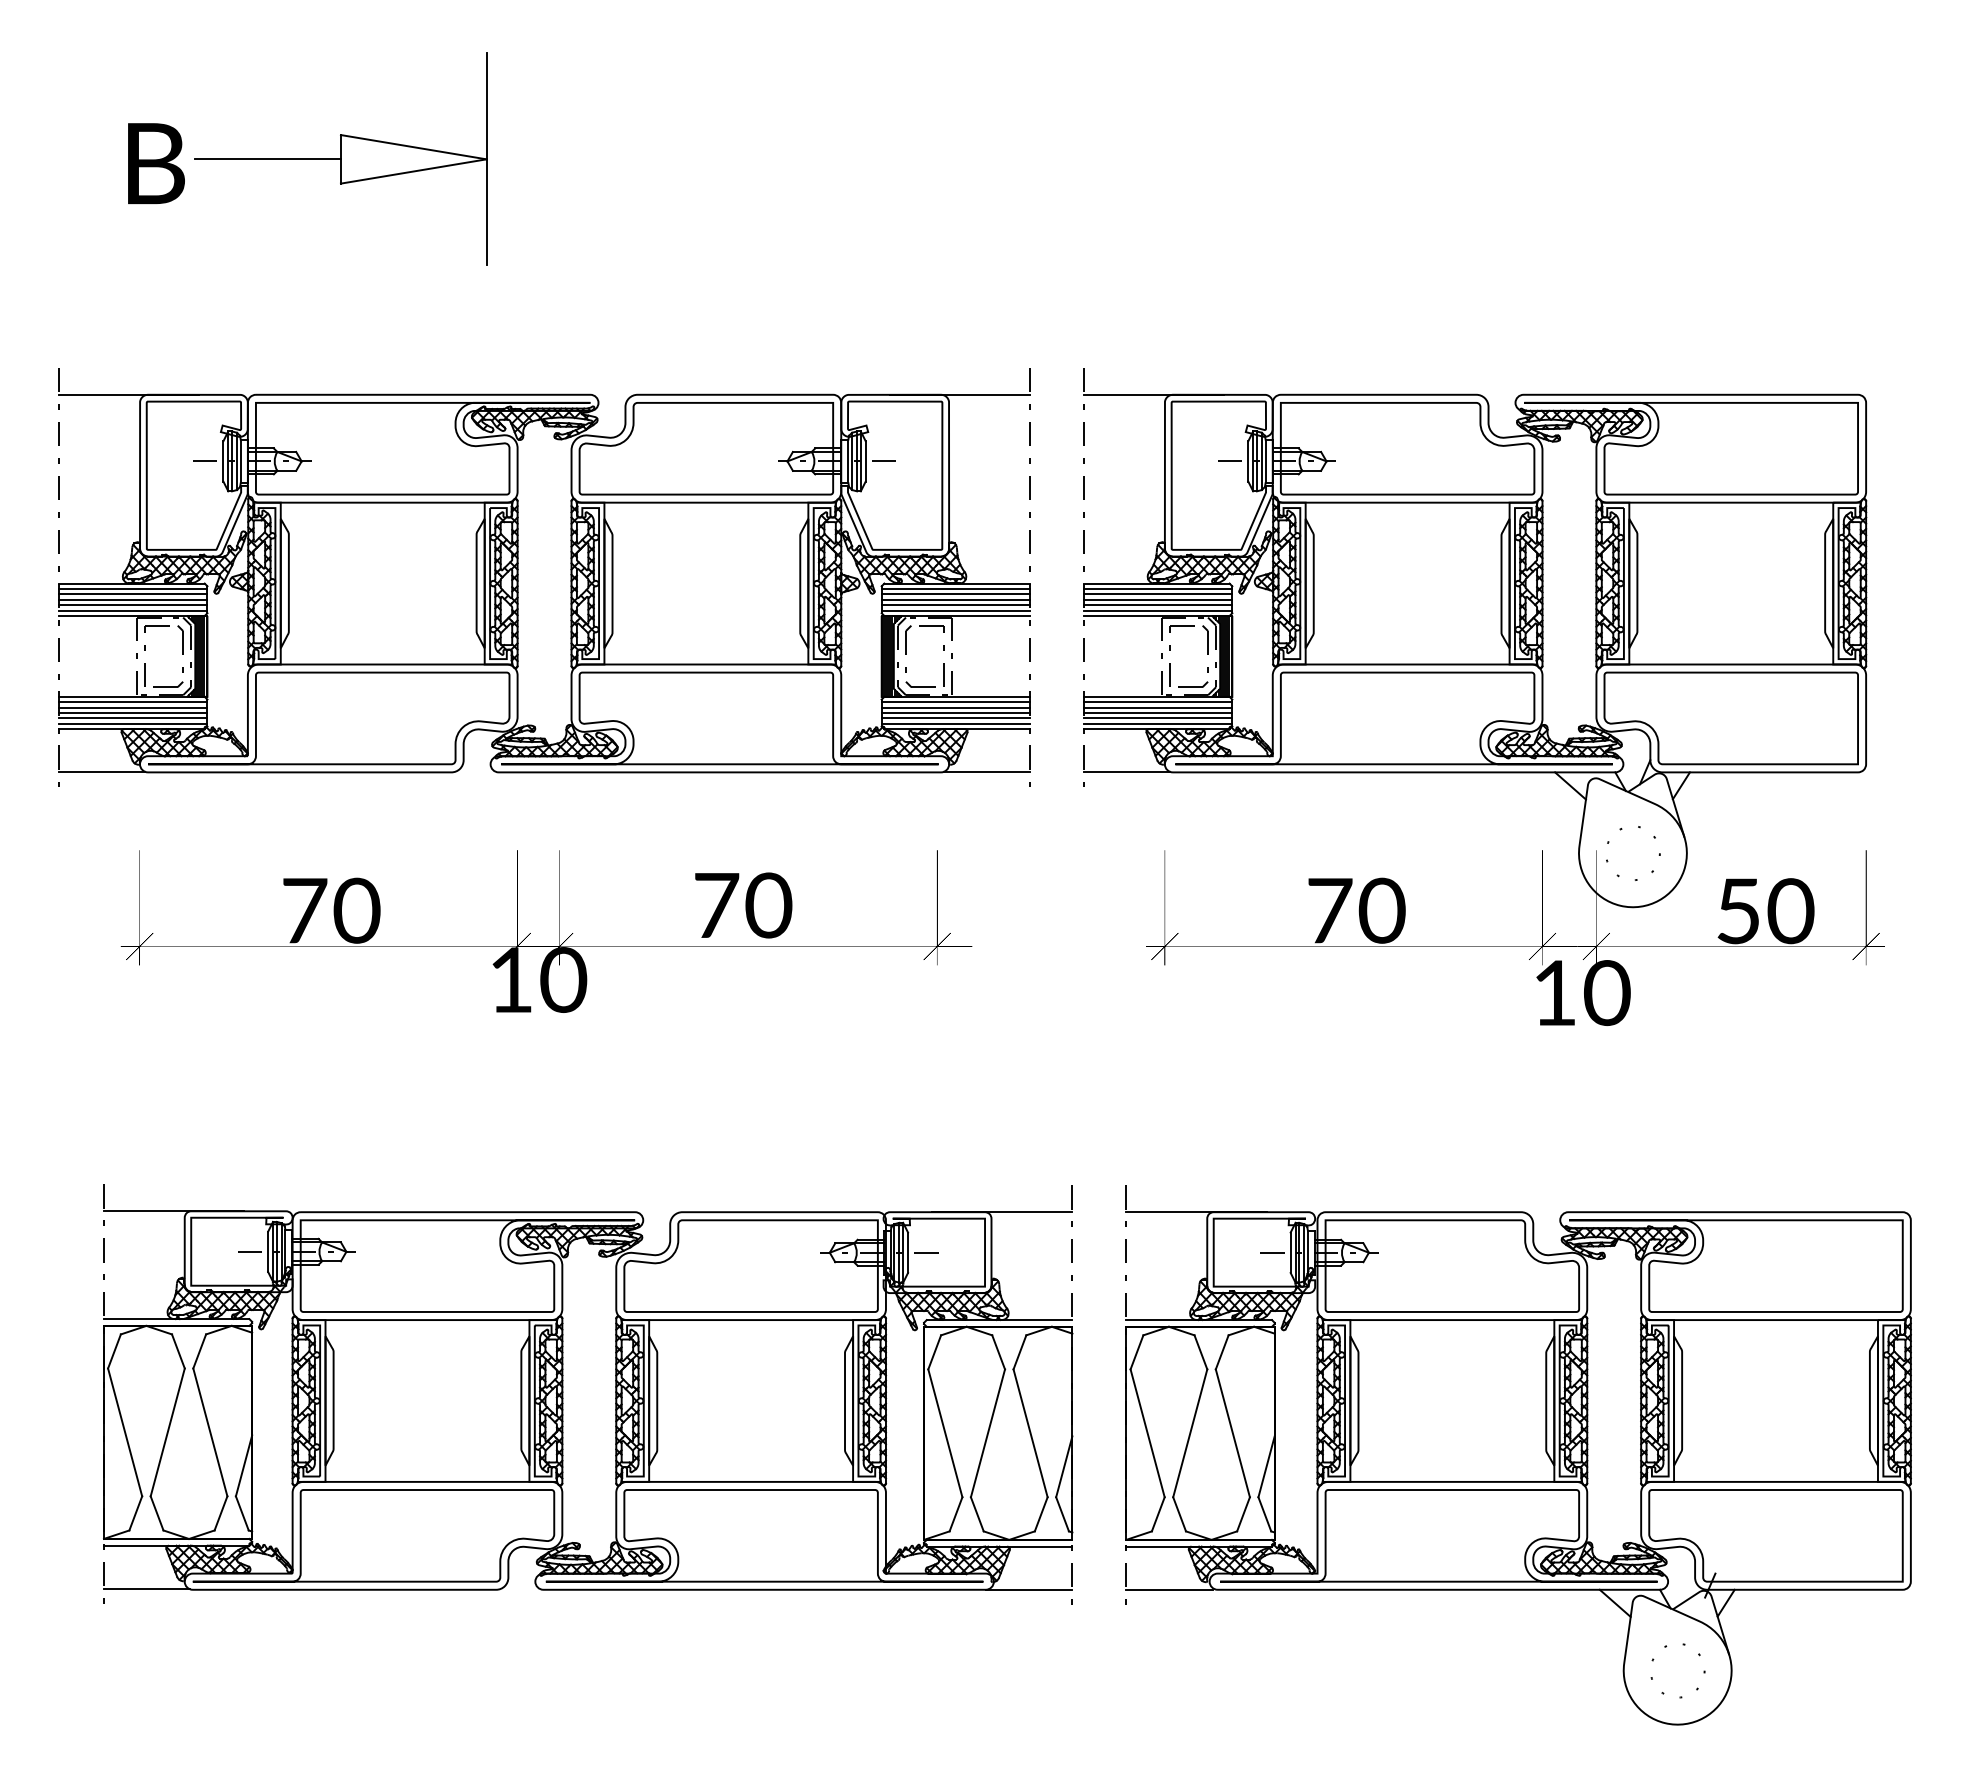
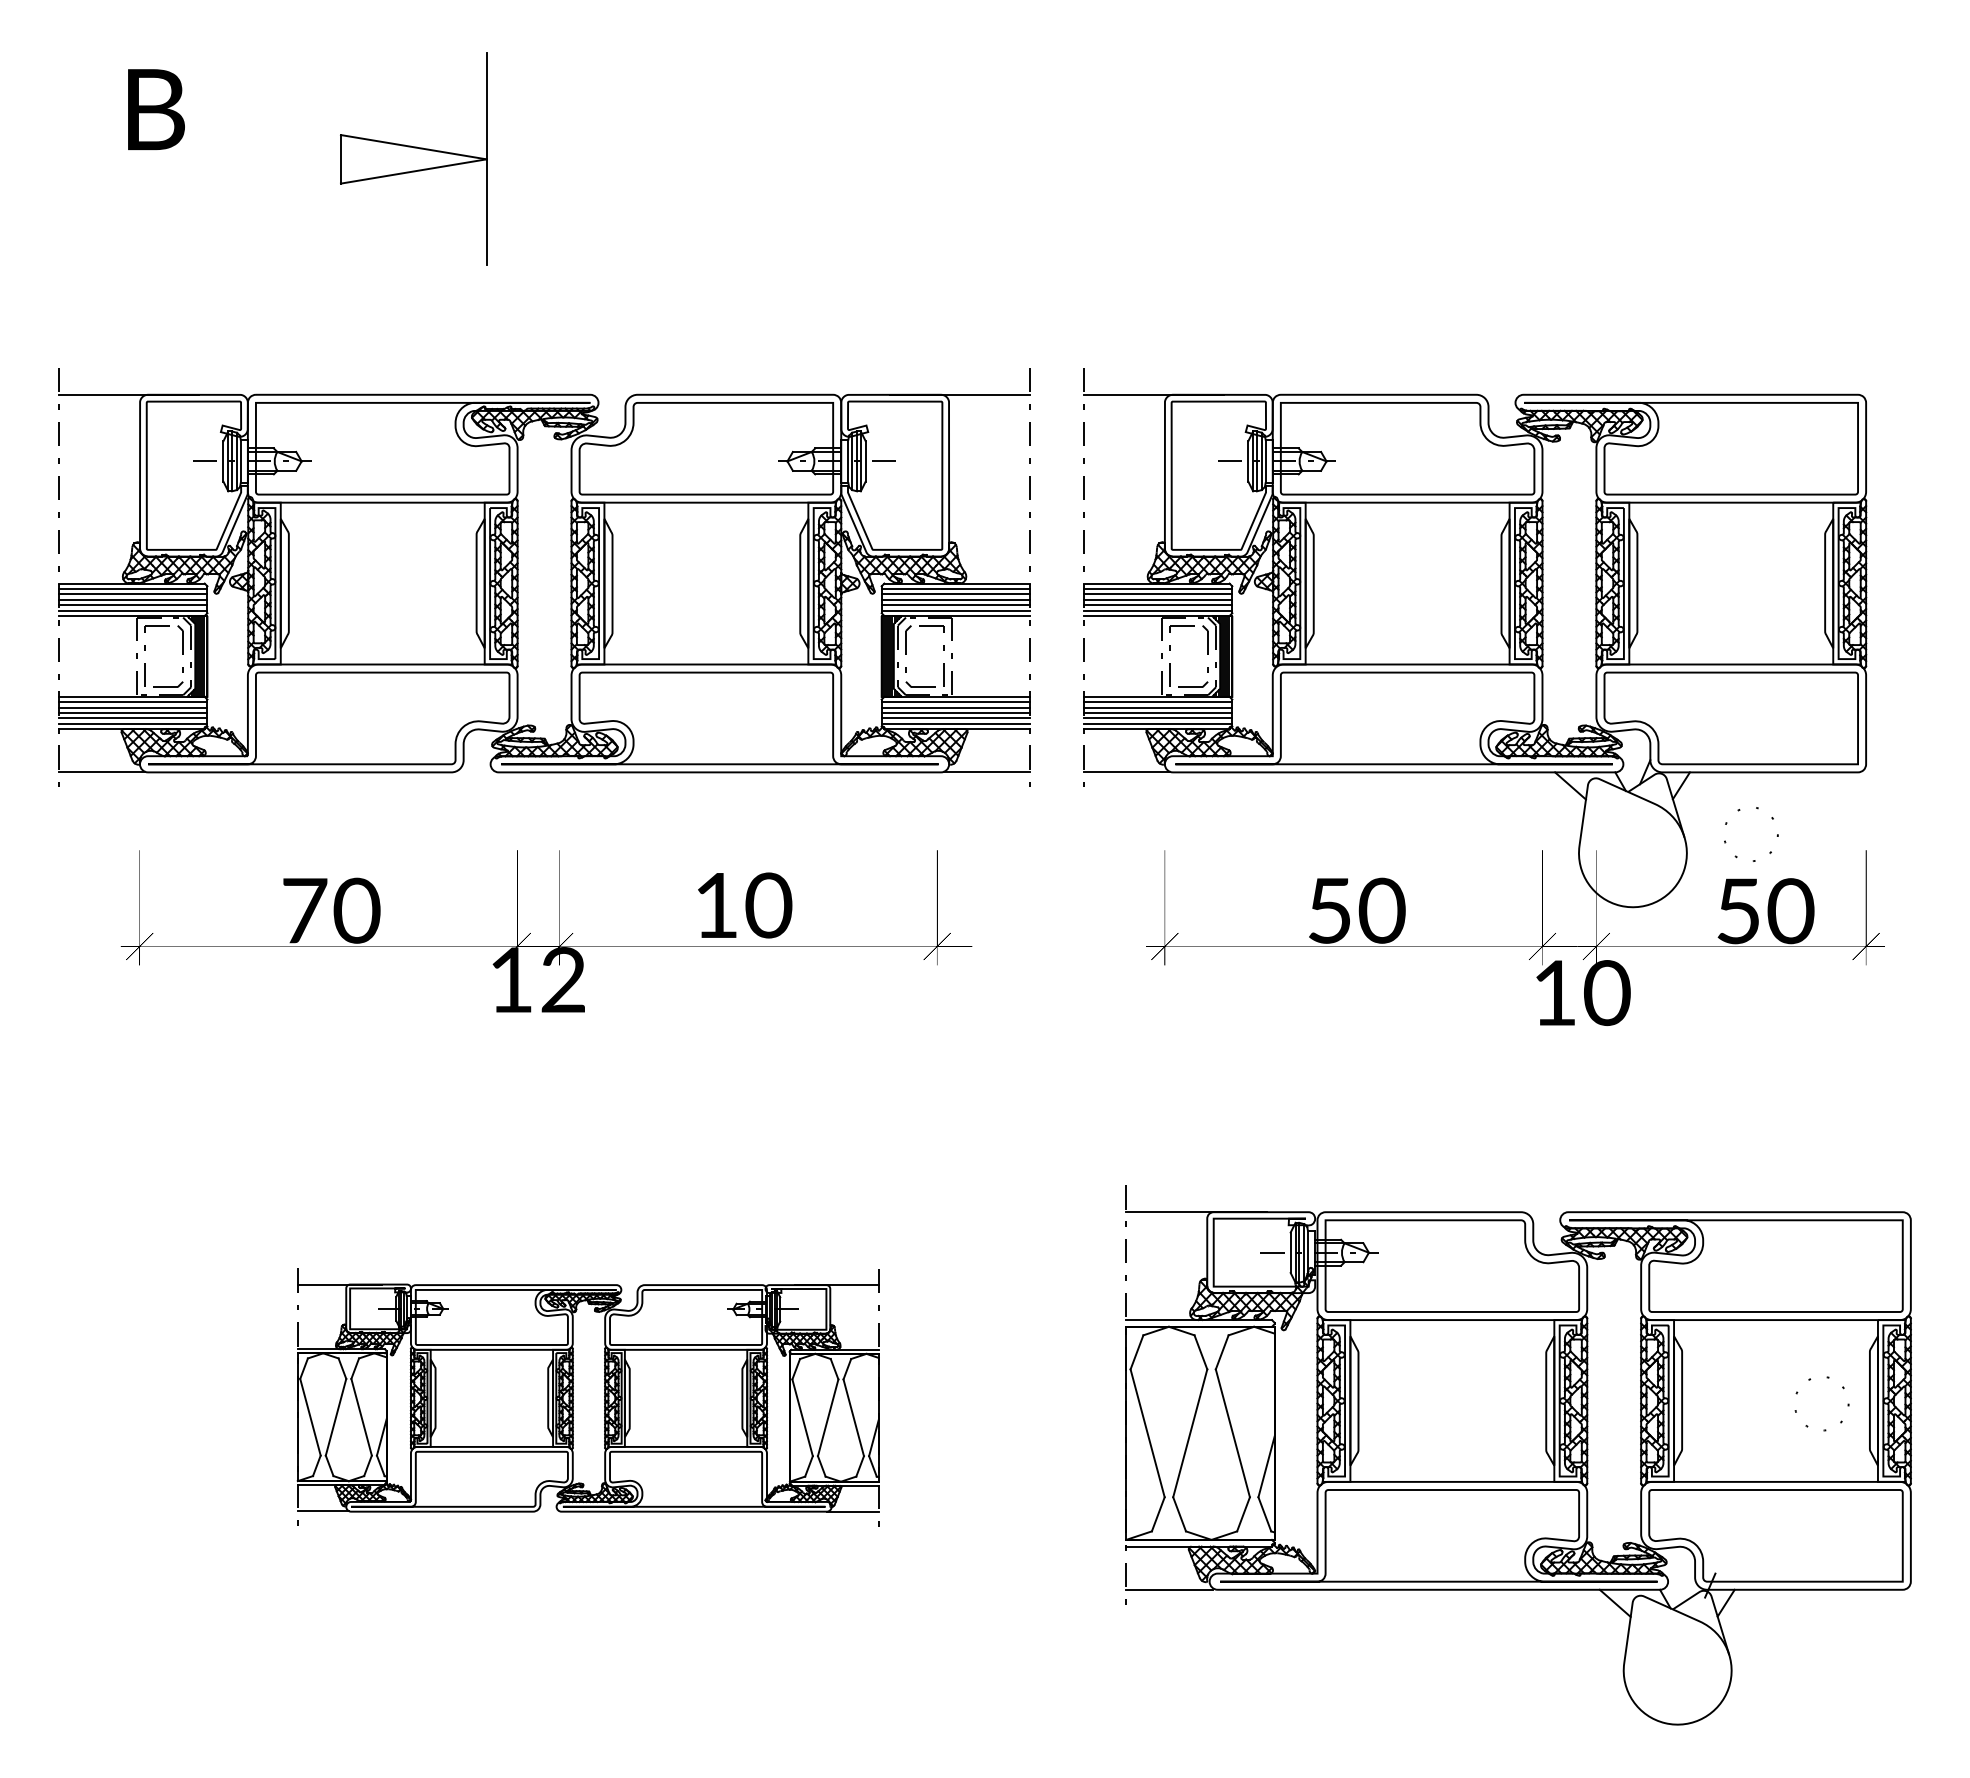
line at (267, 159): present -> none
text at (156, 163) position: (156, 163) -> (156, 109)
circle at (1633, 853) position: (1633, 853) -> (1751, 834)
text at (717, 905): 70 -> 10
text at (1330, 910): 70 -> 50
text at (563, 979): 10 -> 12
part at (588, 1394) size: 971x421 px -> 584x256 px
circle at (1677, 1670) position: (1677, 1670) -> (1821, 1403)
